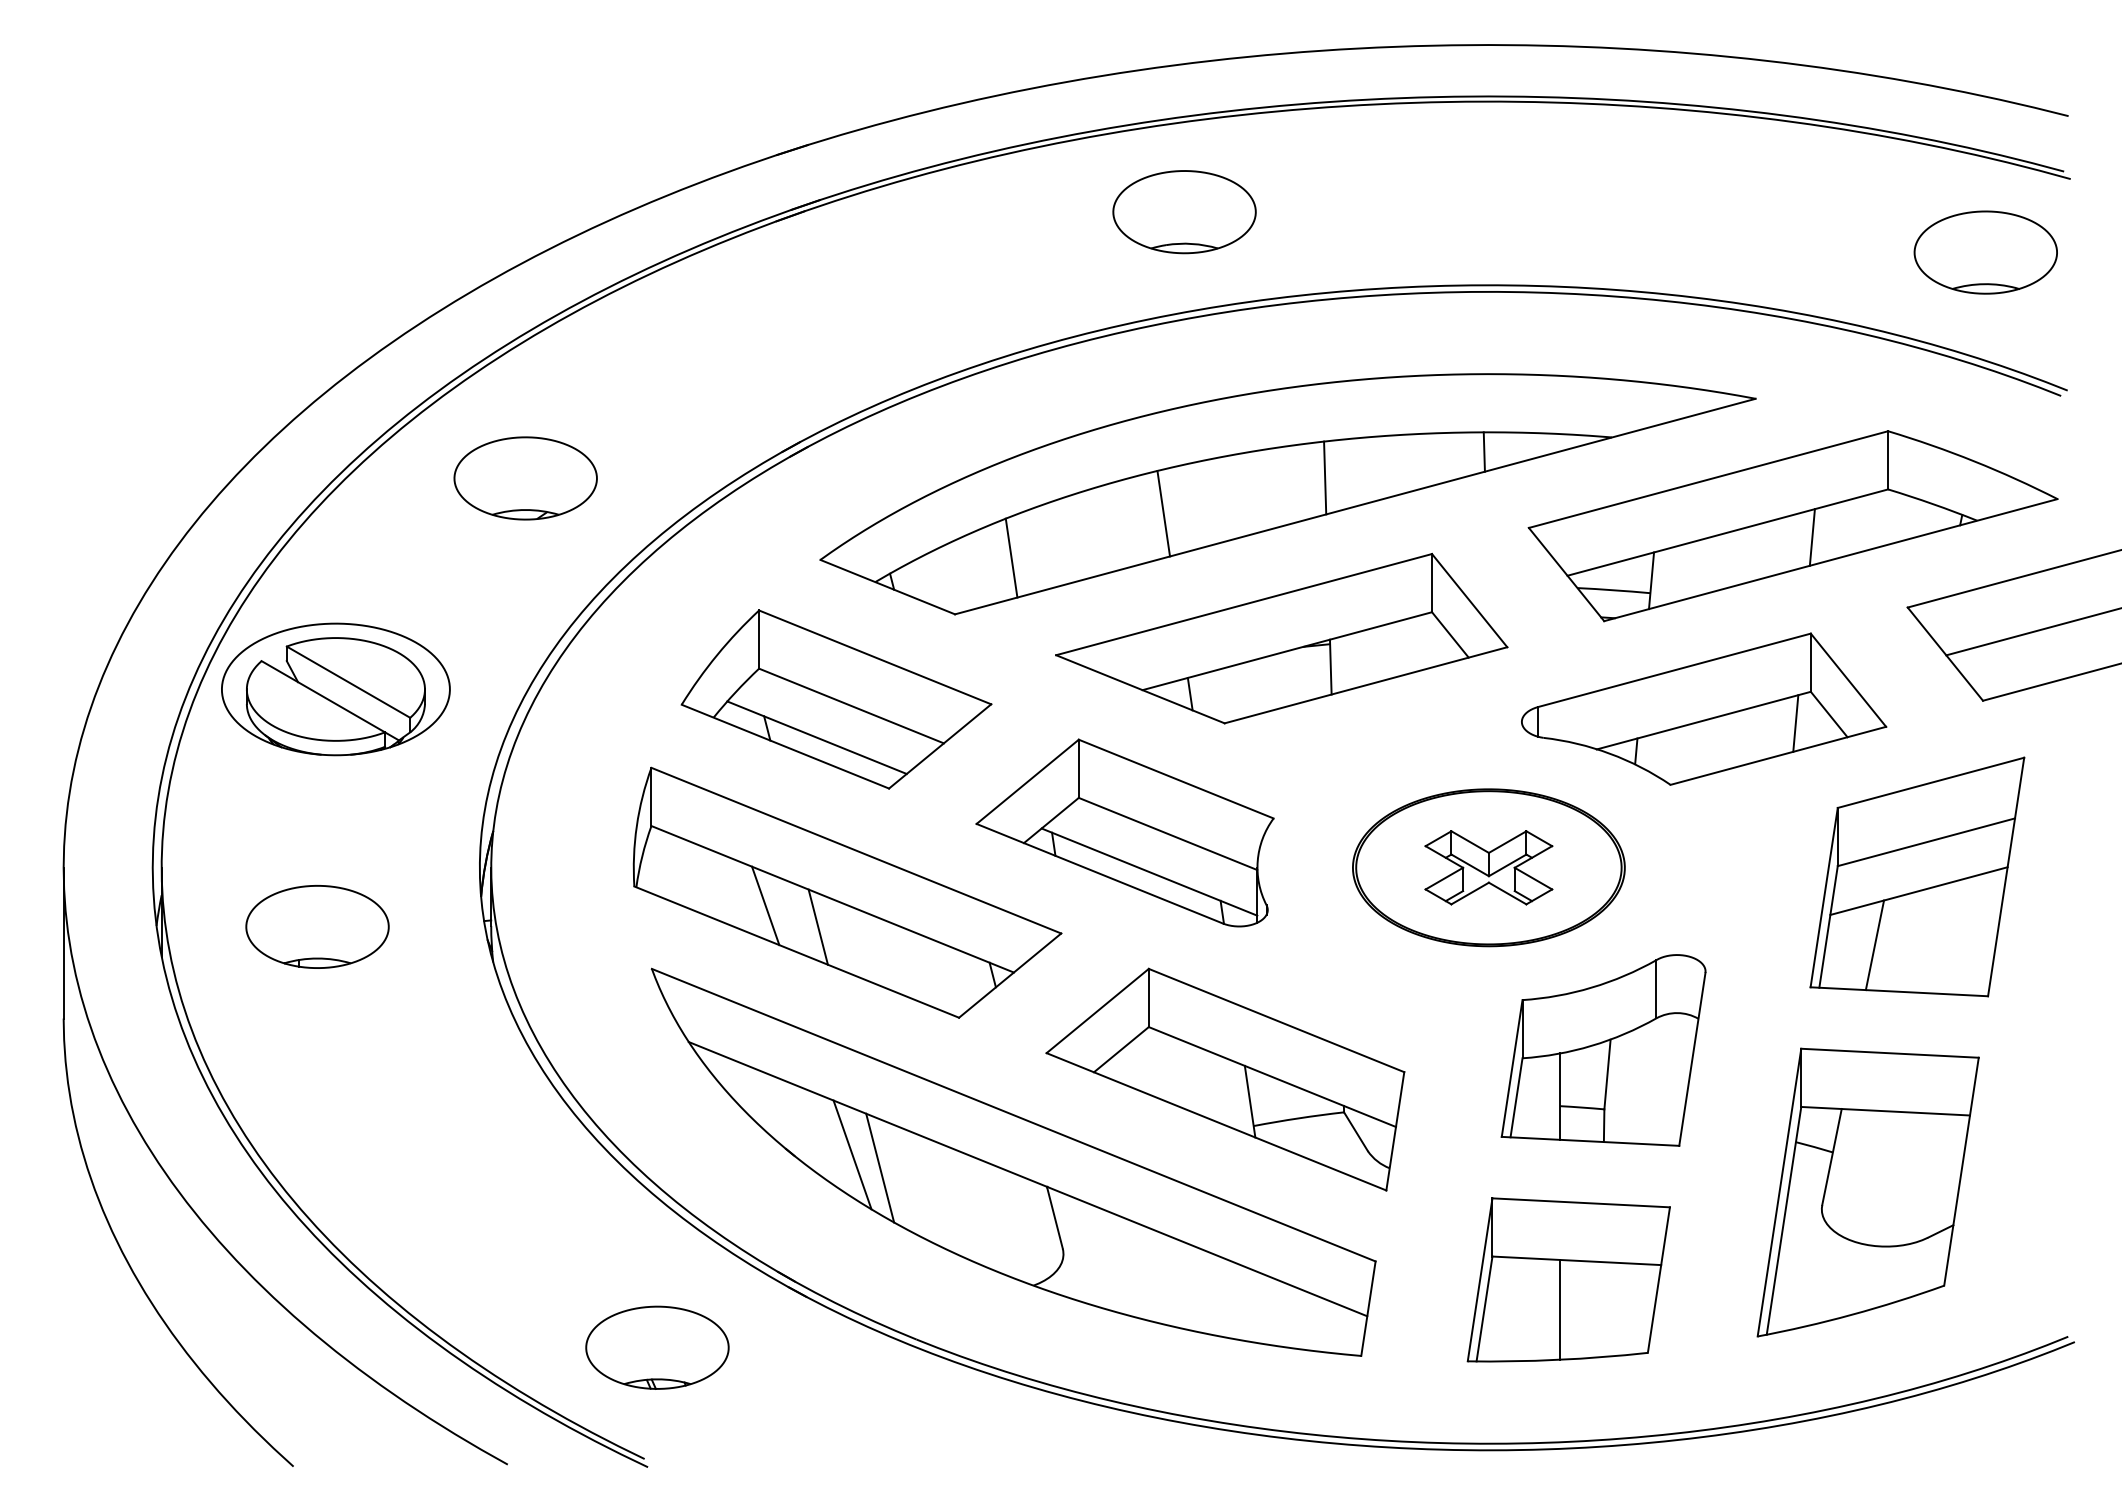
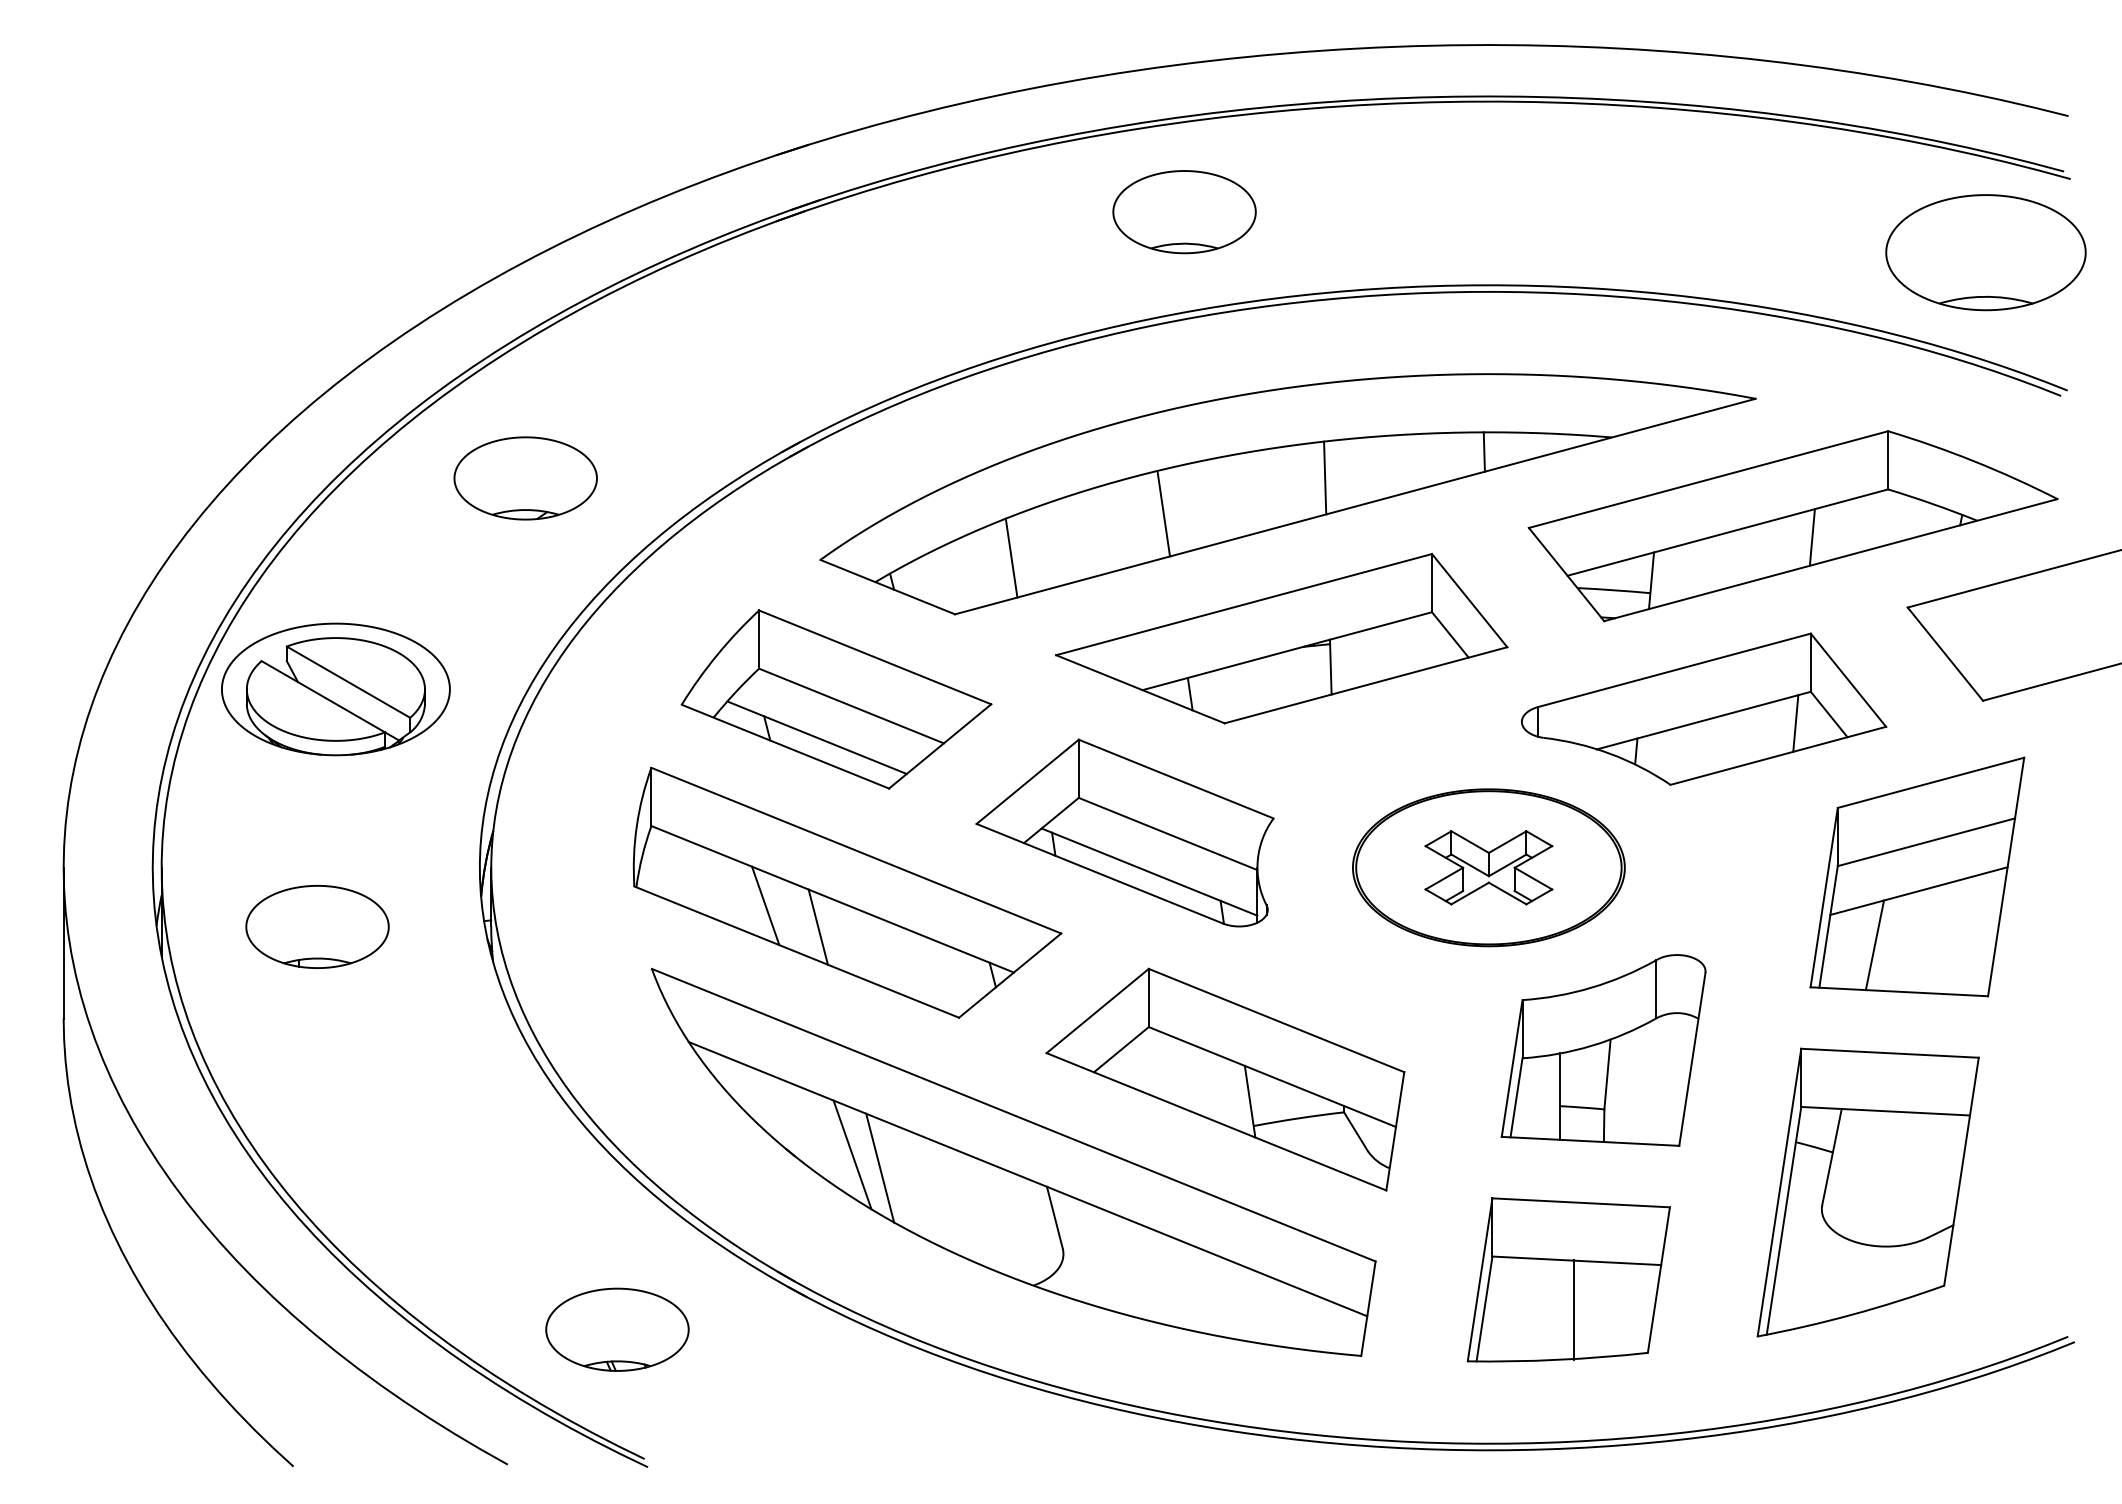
part at (1985, 252) size: 145x85 px -> 202x118 px
line at (2032, 631): present -> none
line at (1560, 1309) position: (1560, 1309) -> (1574, 1309)
part at (657, 1347) position: (657, 1347) -> (617, 1329)
